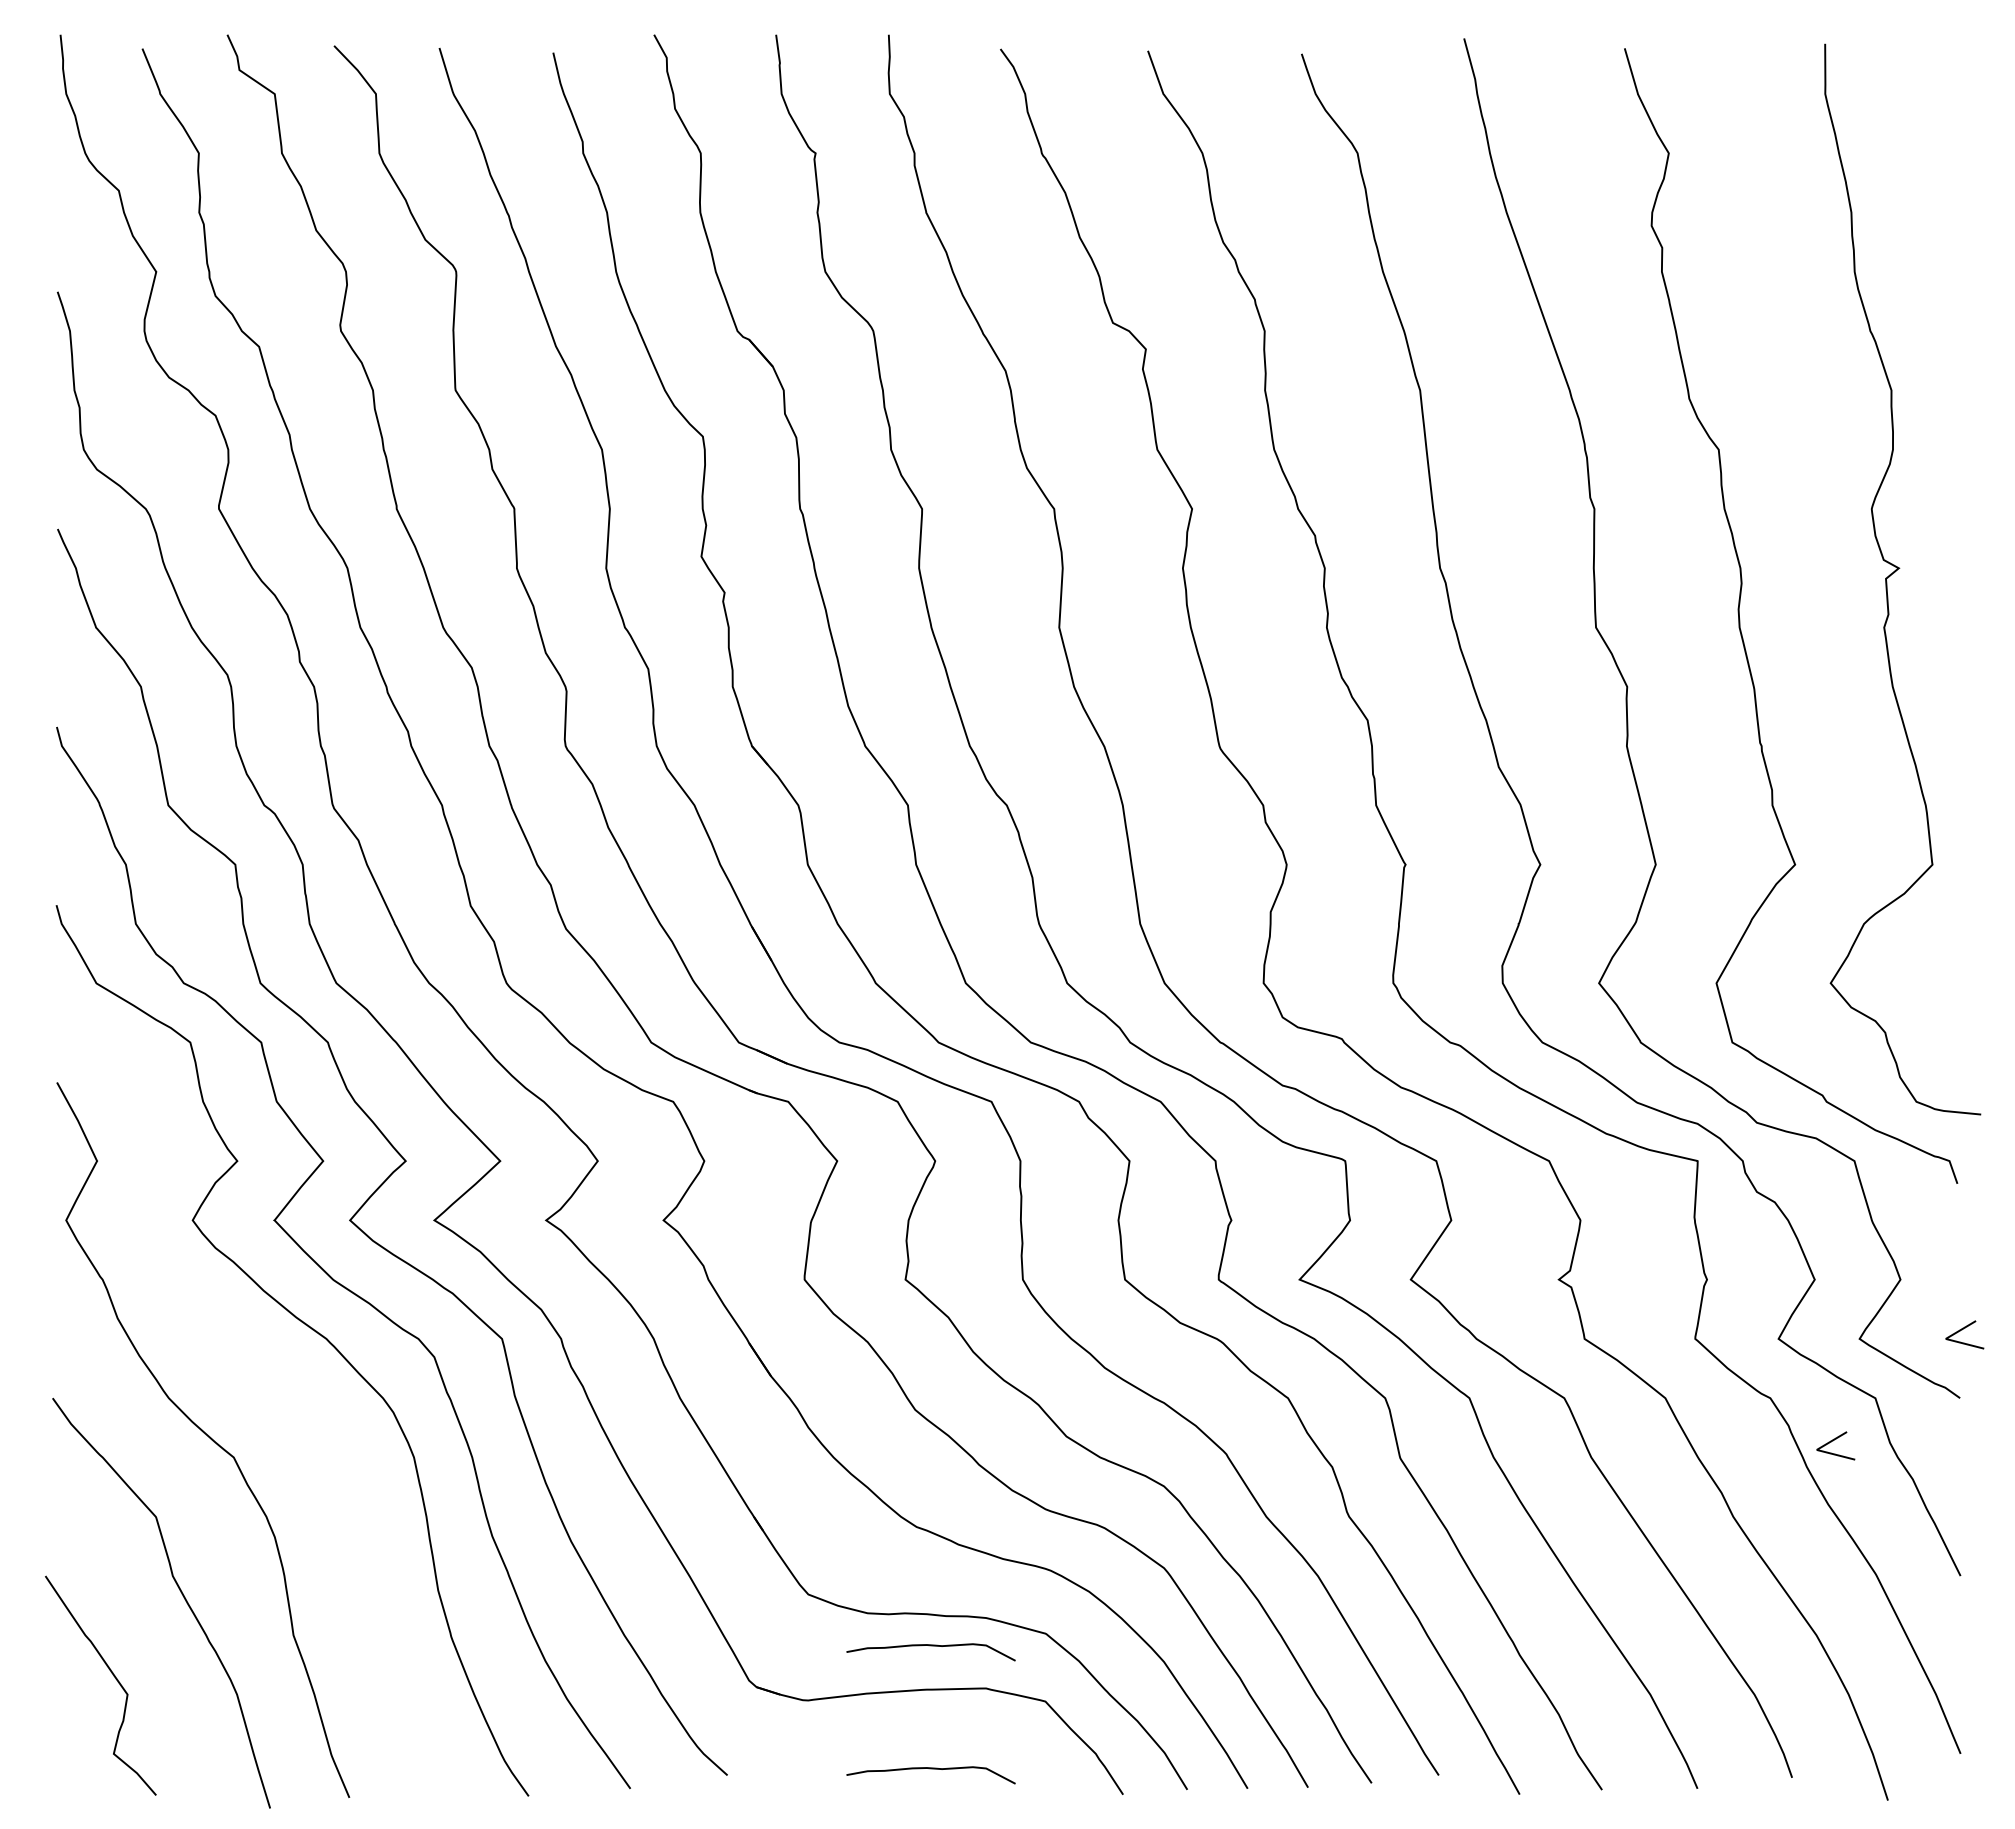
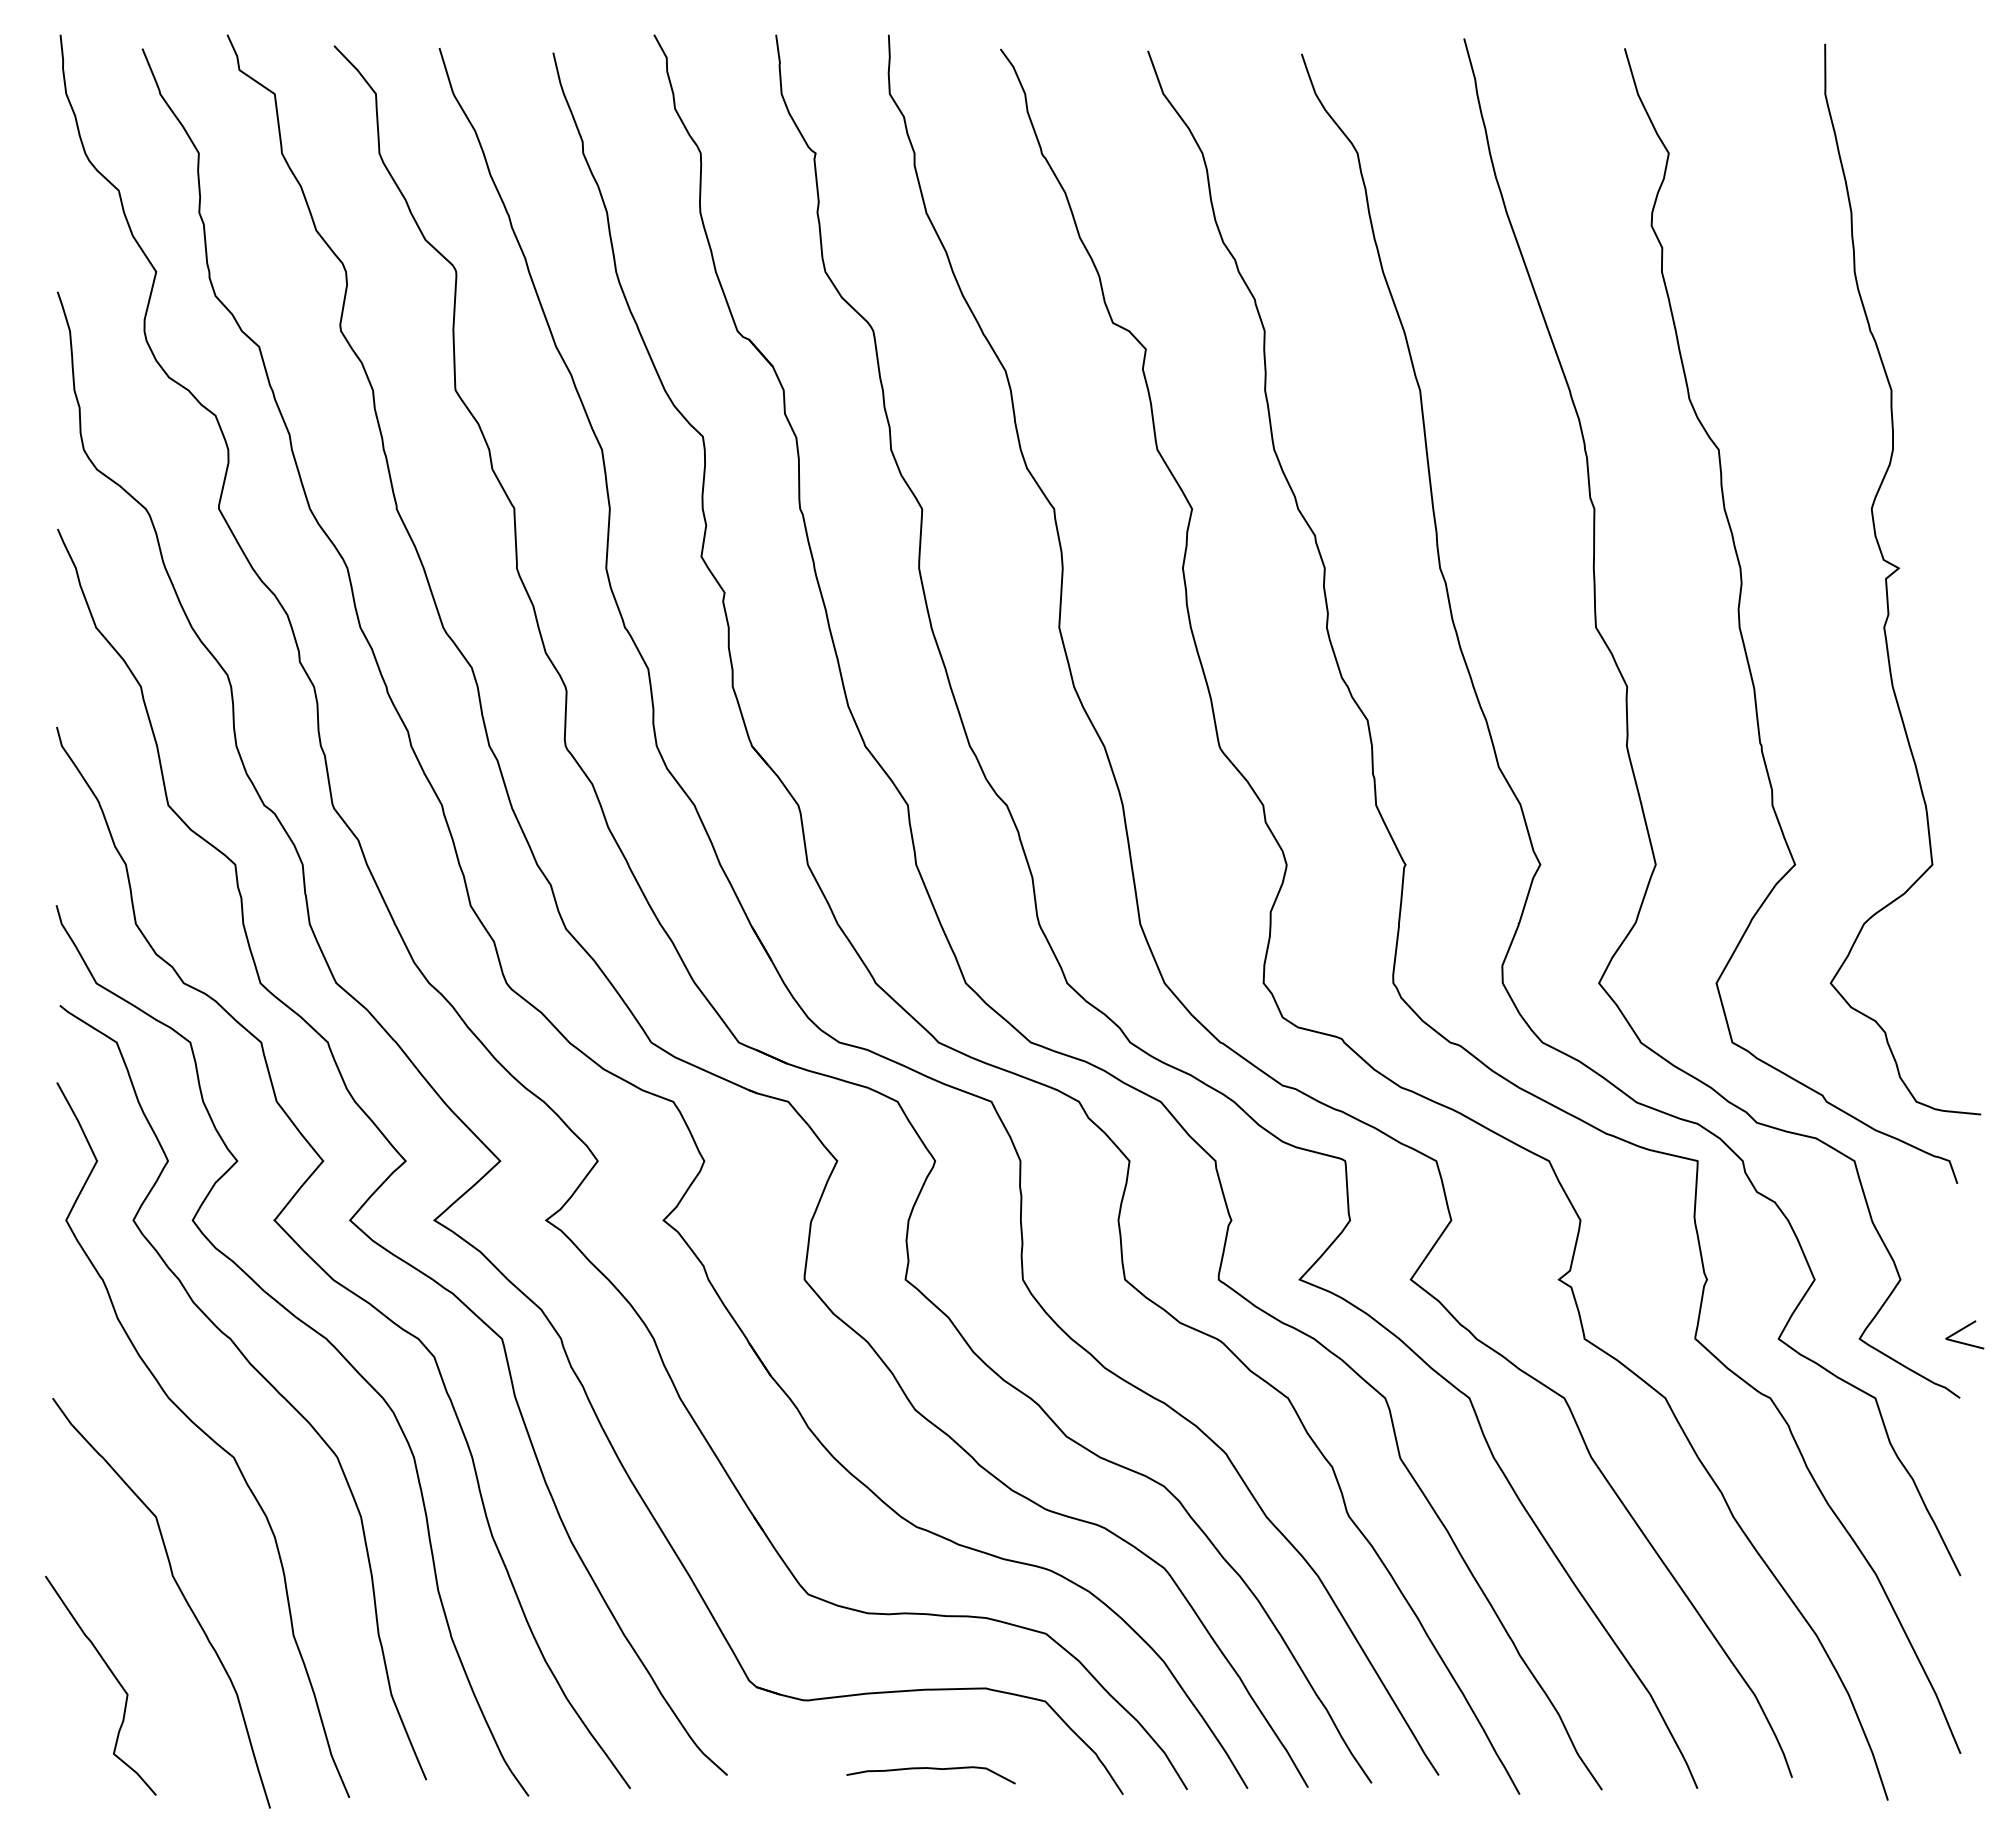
curve at (260, 1375): none -> present
line at (1833, 1441): present -> none
curve at (930, 1646): present -> none
